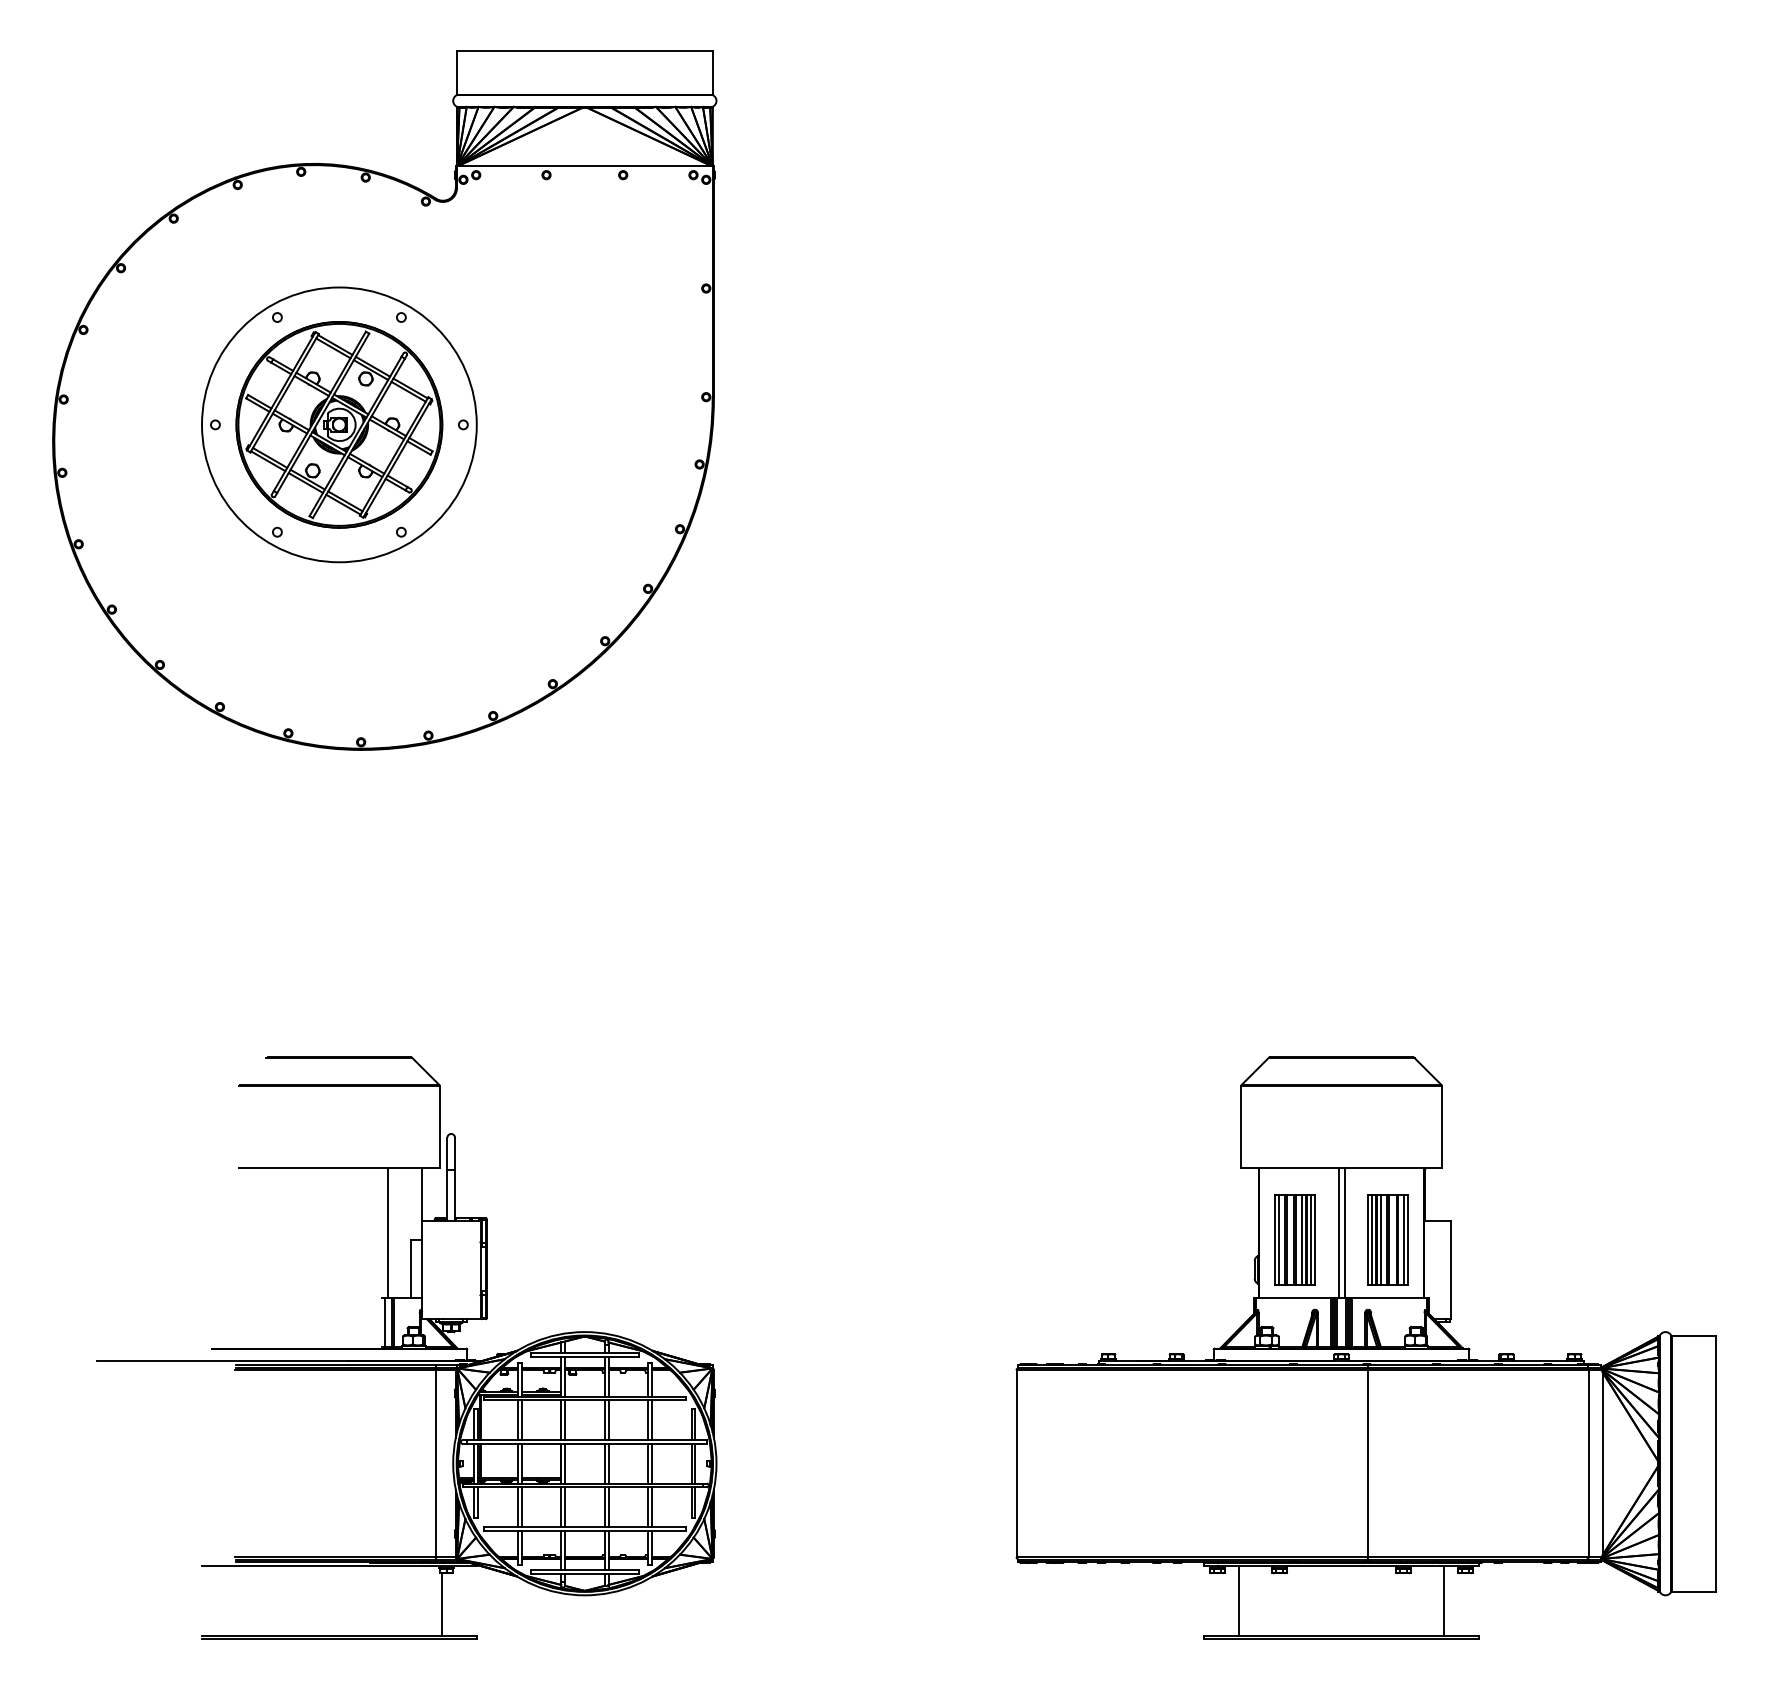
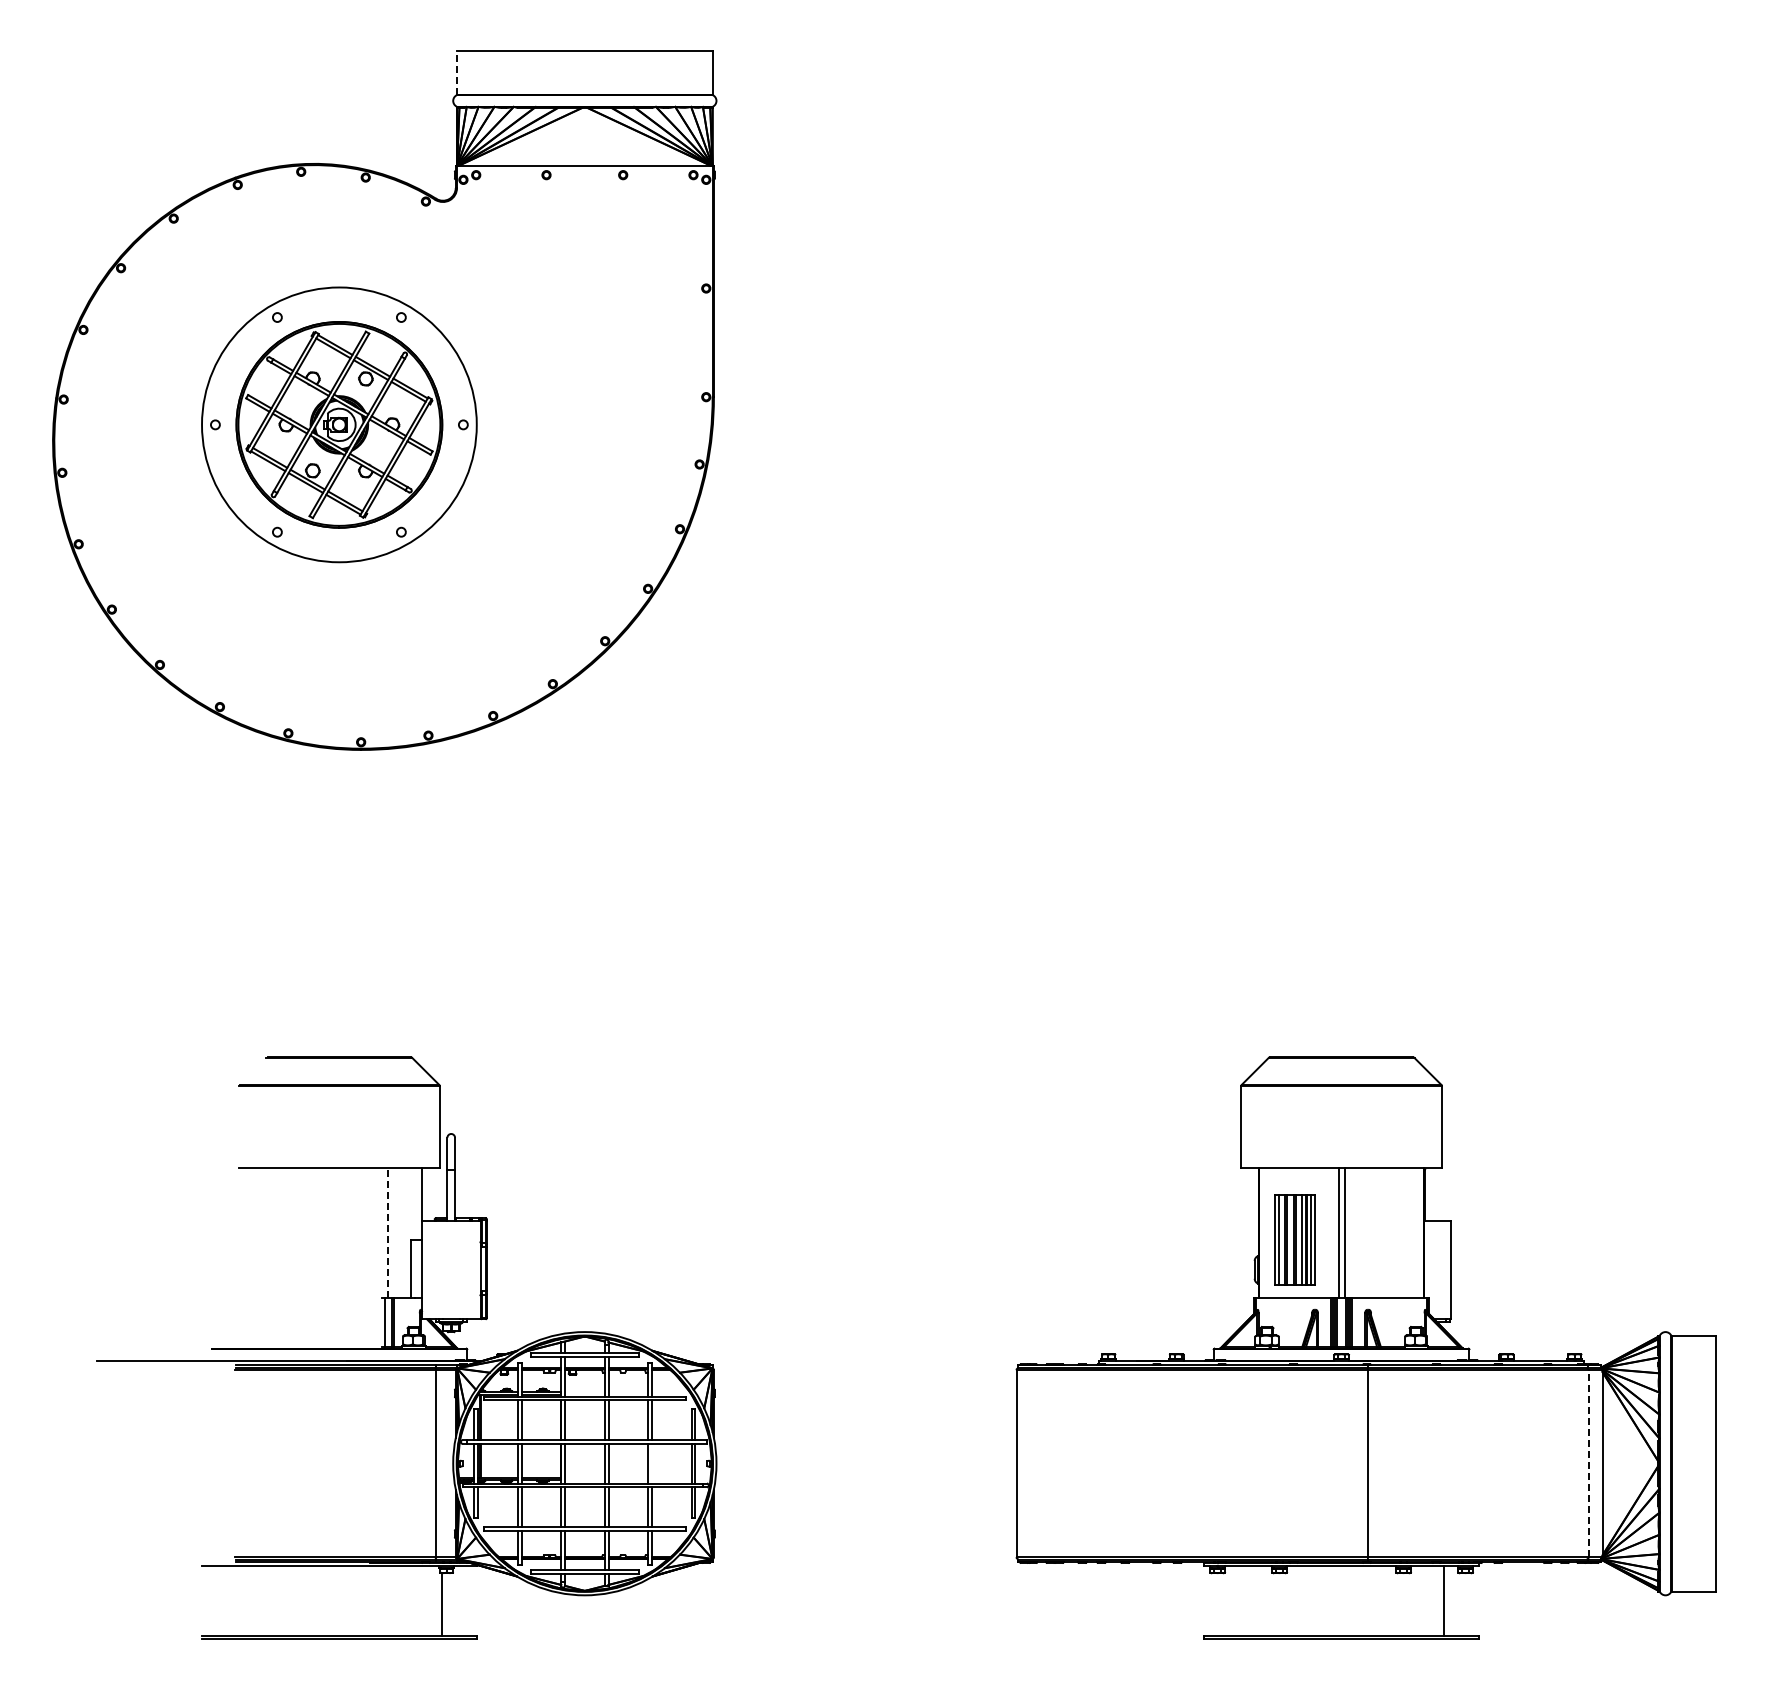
line at (457, 72): solid -> dashed
line at (388, 1233): solid -> dashed
part at (1387, 1239): present -> none
line at (651, 1463): present -> none
line at (1588, 1463): solid -> dashed
line at (1238, 1600): present -> none
